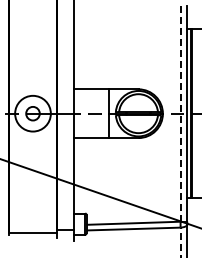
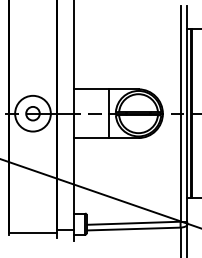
line at (180, 114): dashed -> solid
line at (180, 242): dashed -> solid
